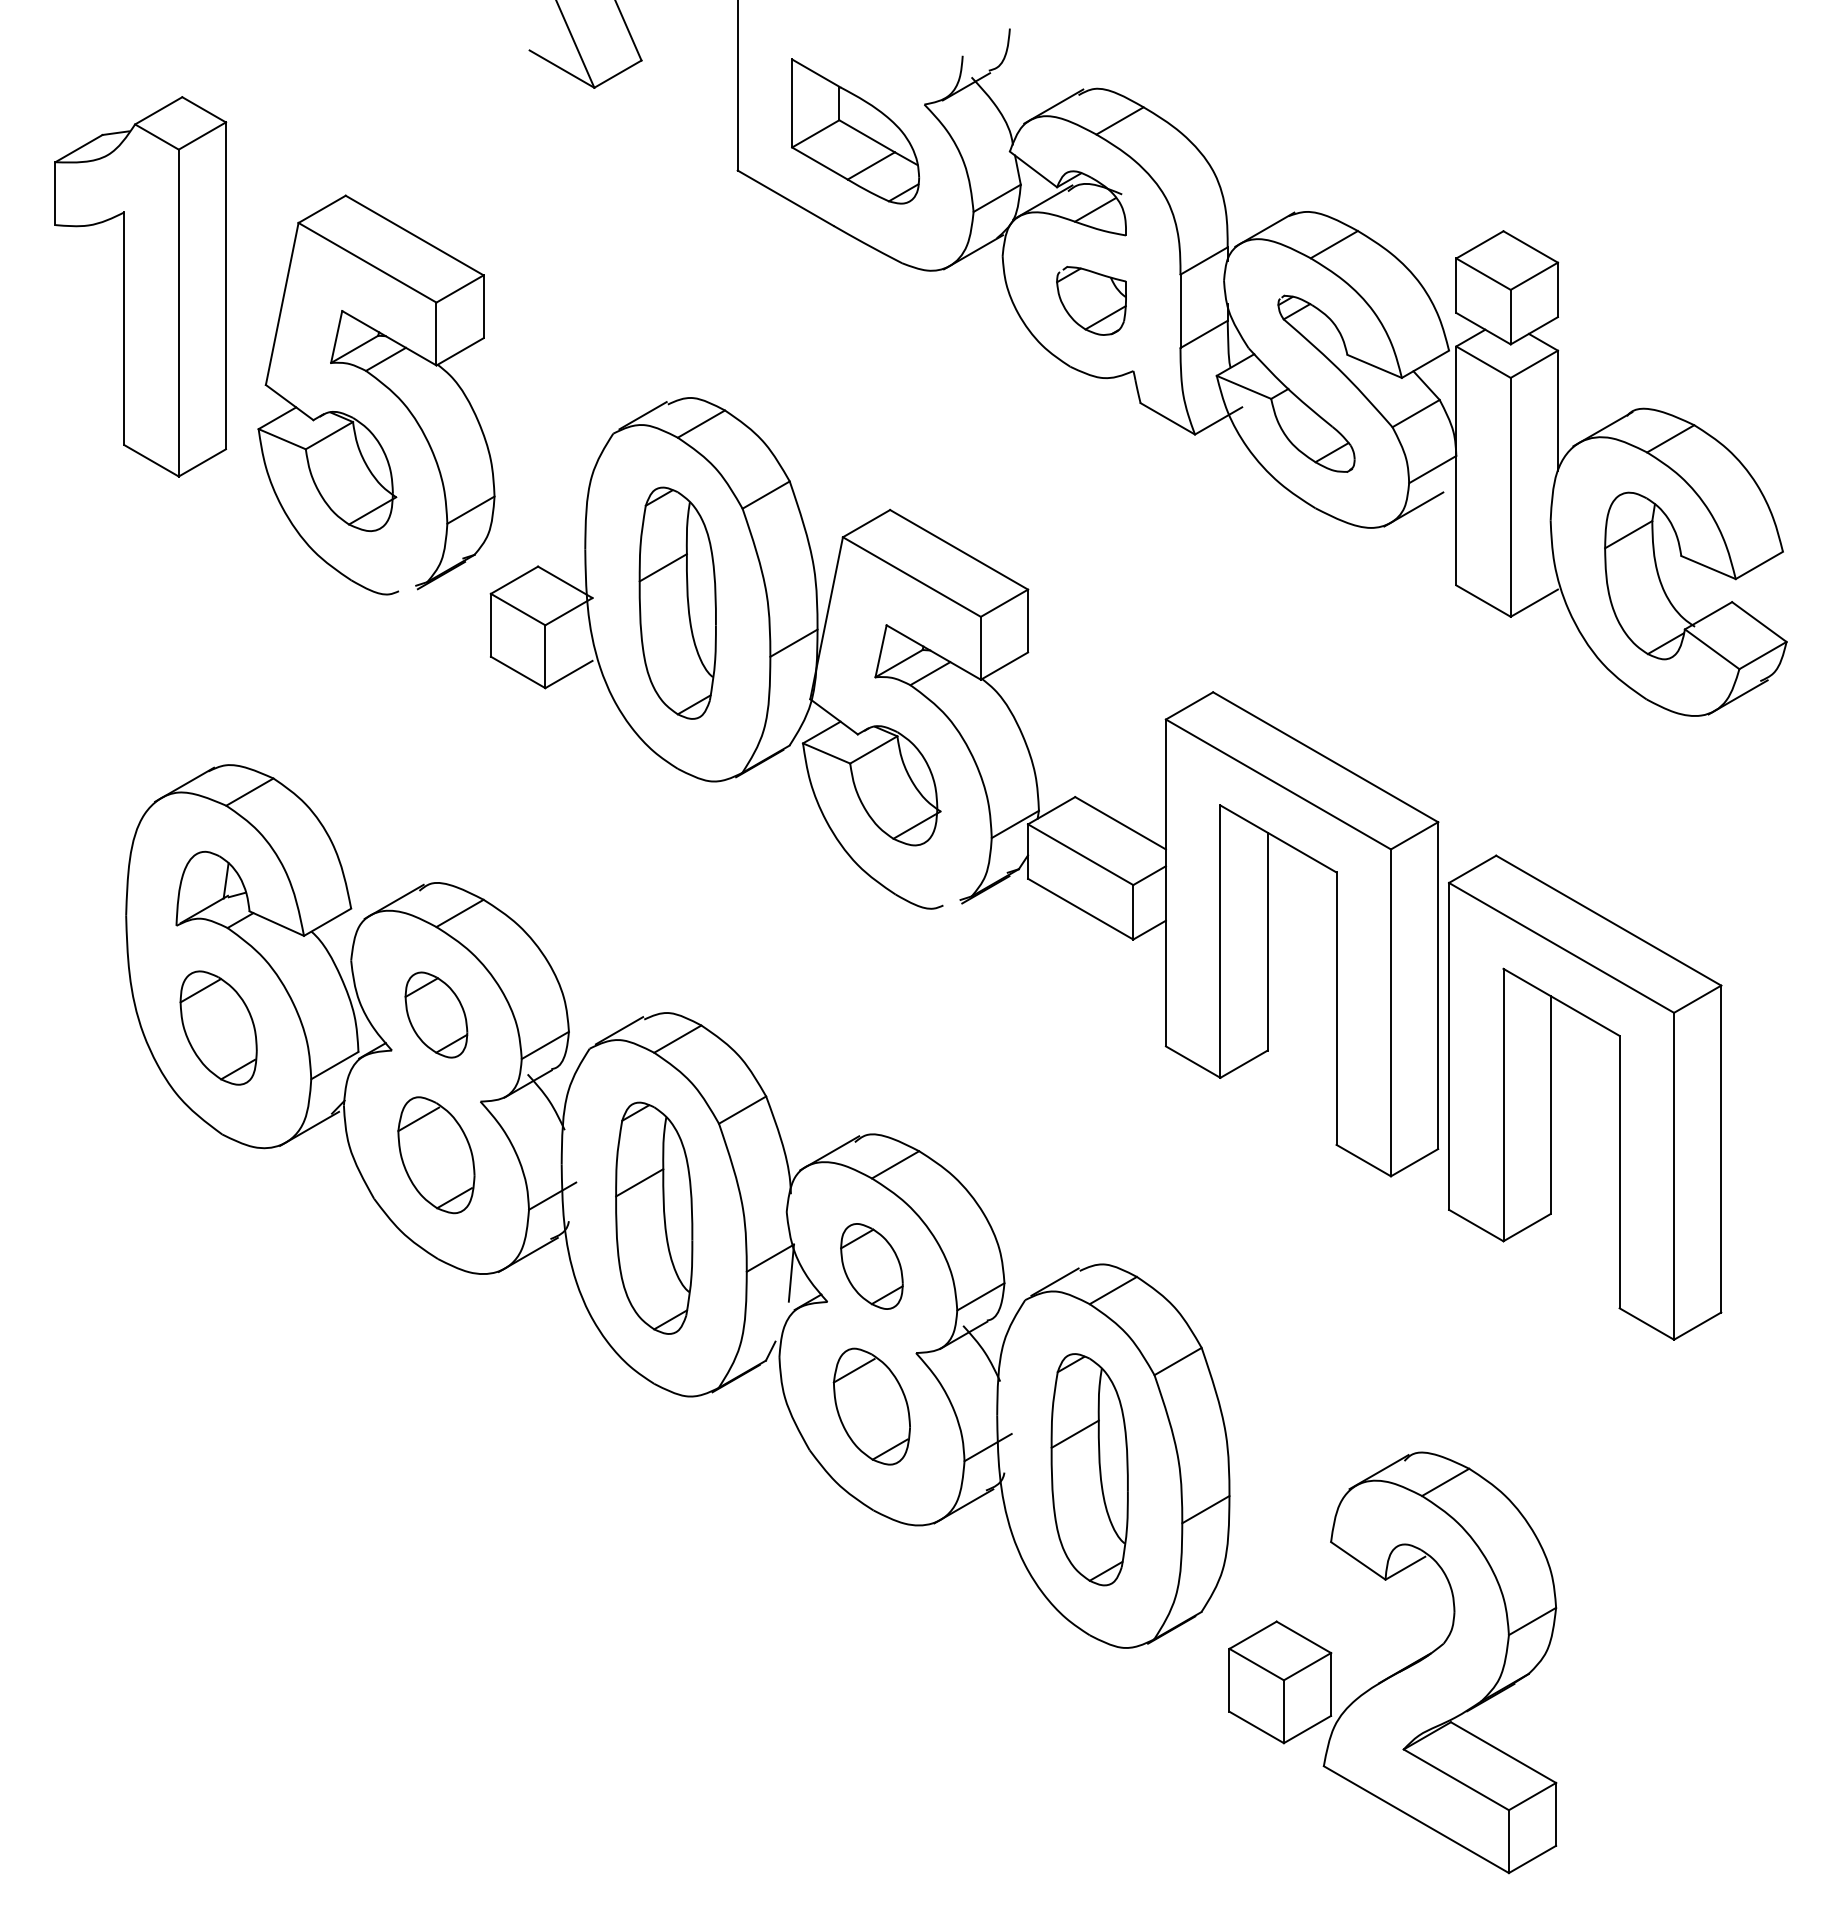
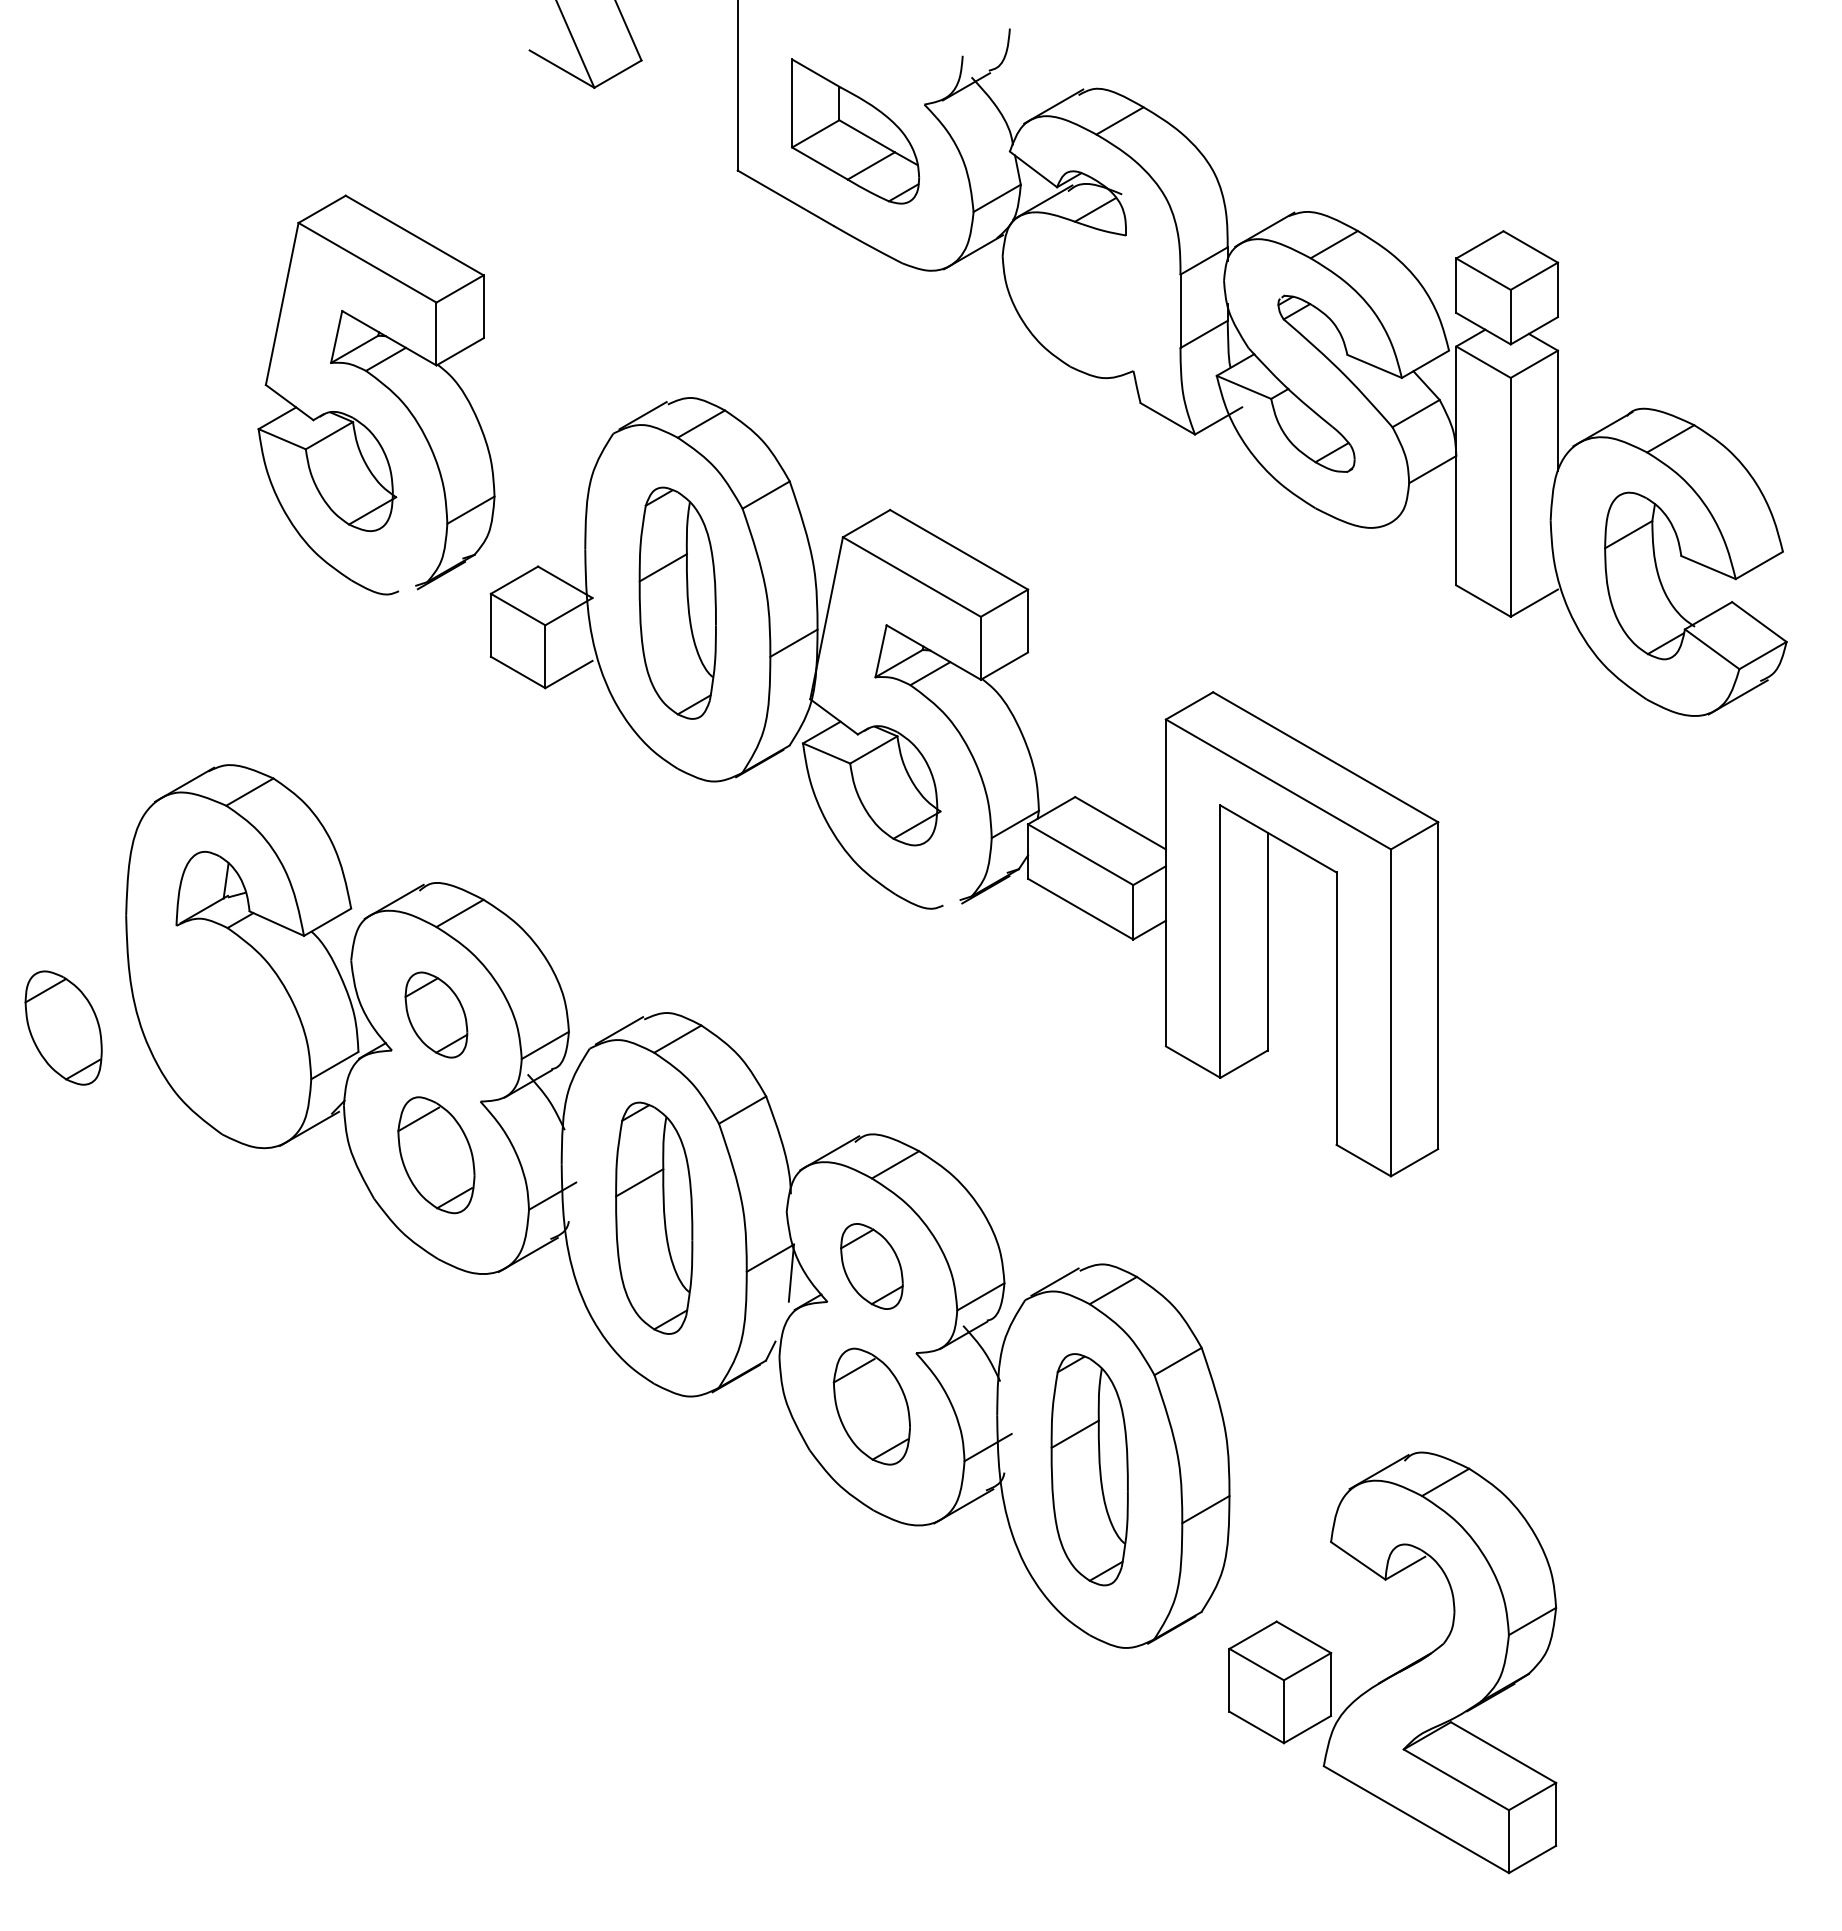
part at (140, 286): present -> none
part at (1091, 300): present -> none
line at (1413, 509): present -> none
part at (218, 1027) position: (218, 1027) -> (63, 1027)
part at (1551, 1097): present -> none
